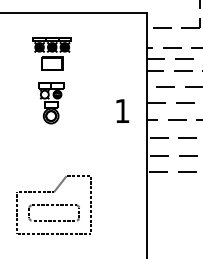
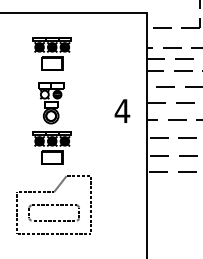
text at (122, 110): 1 -> 4
part at (51, 147): none -> present
